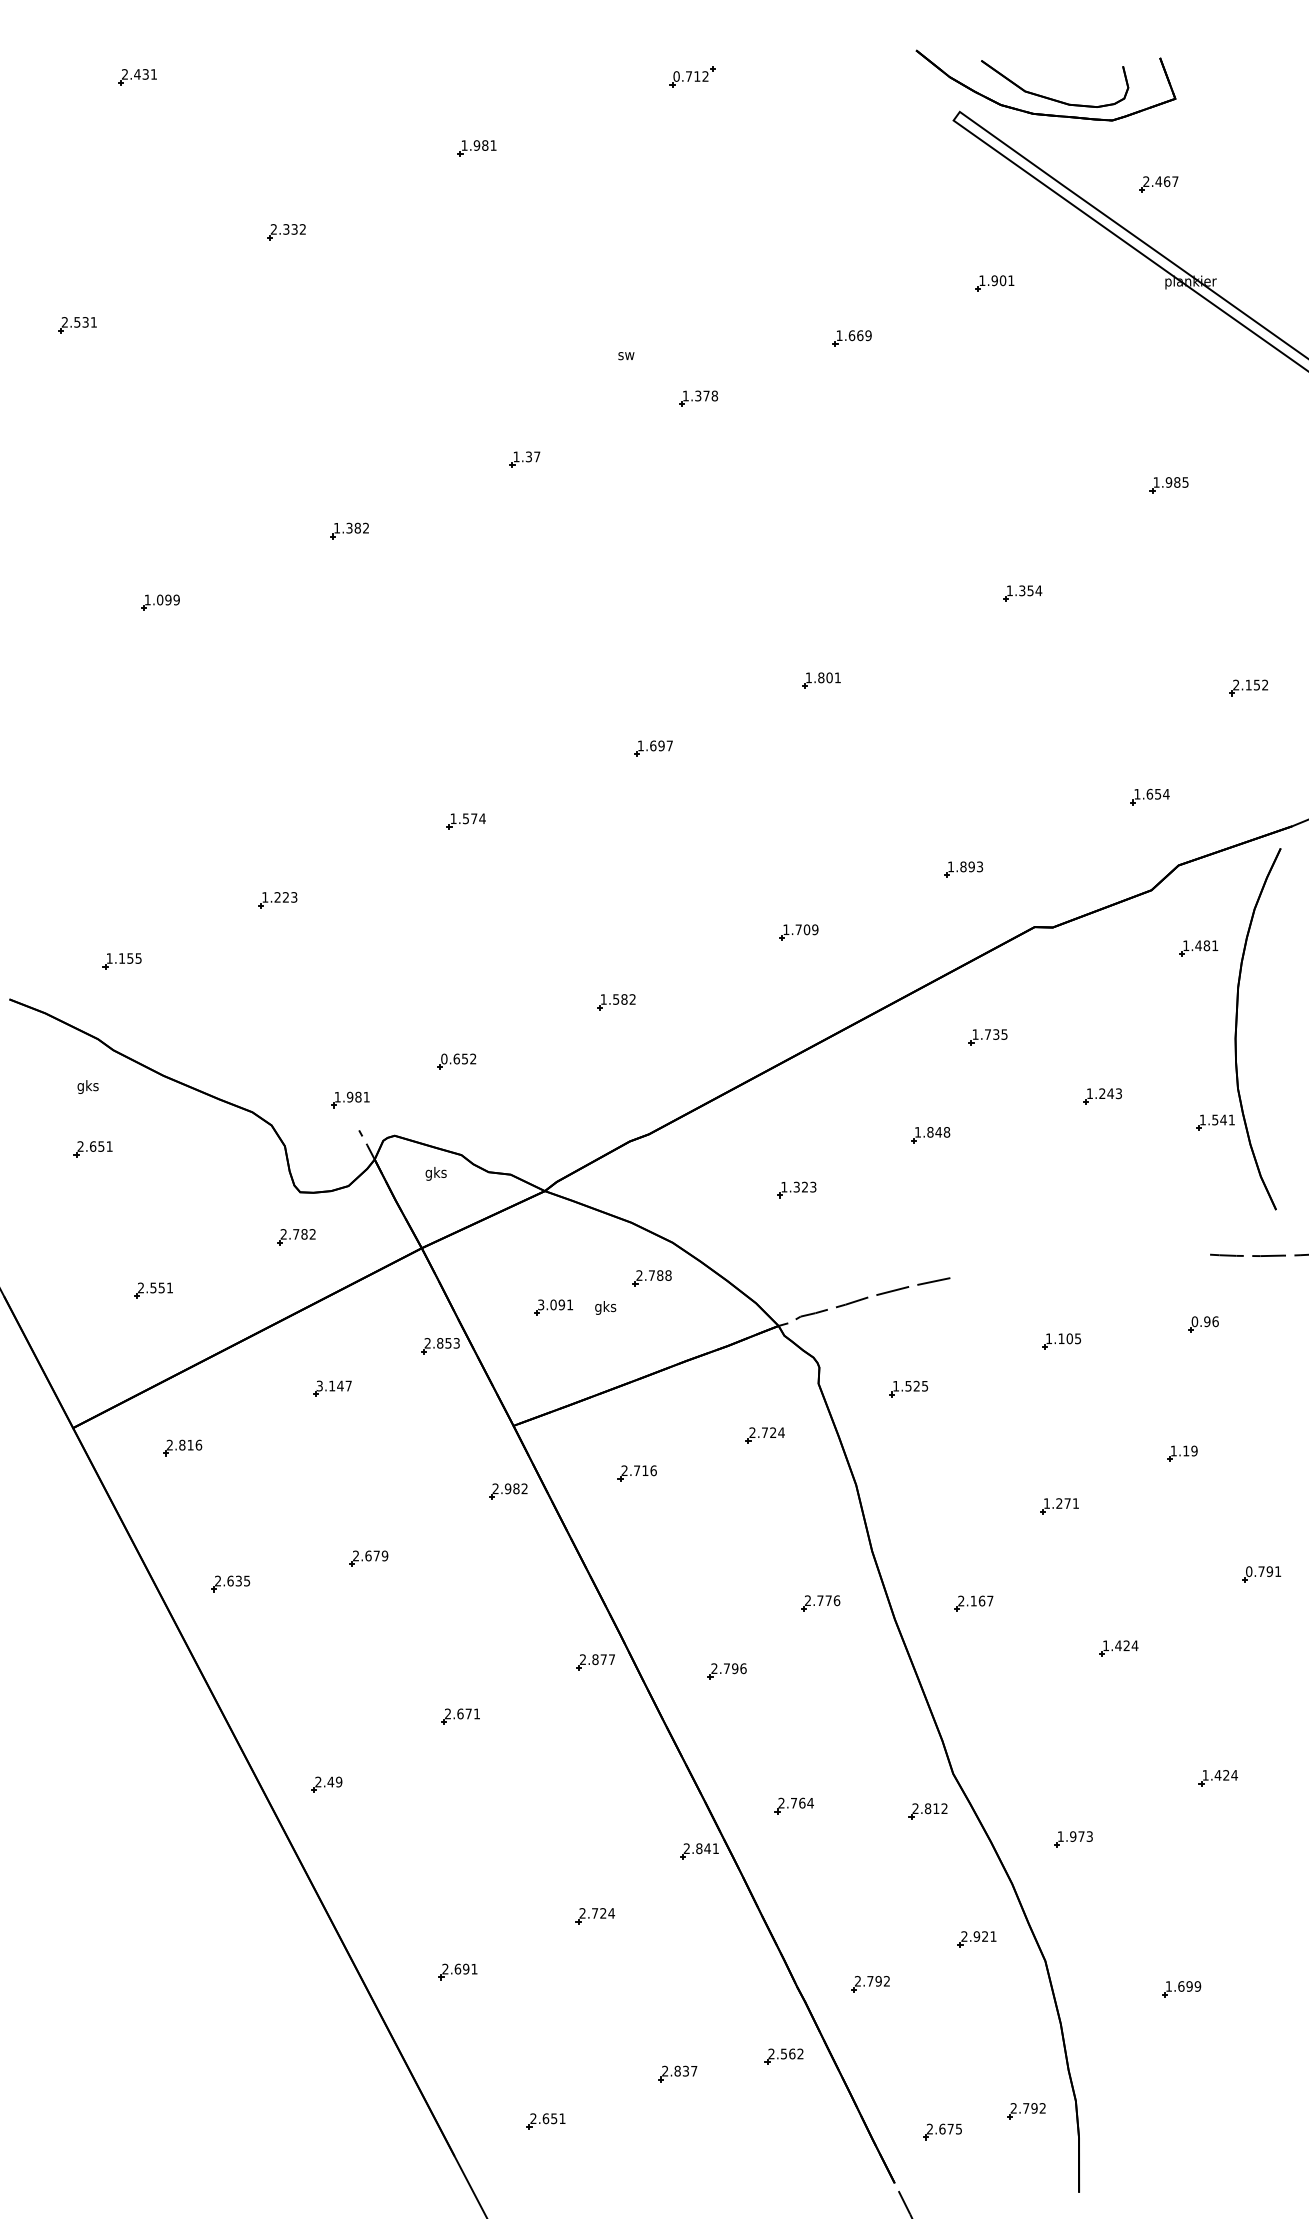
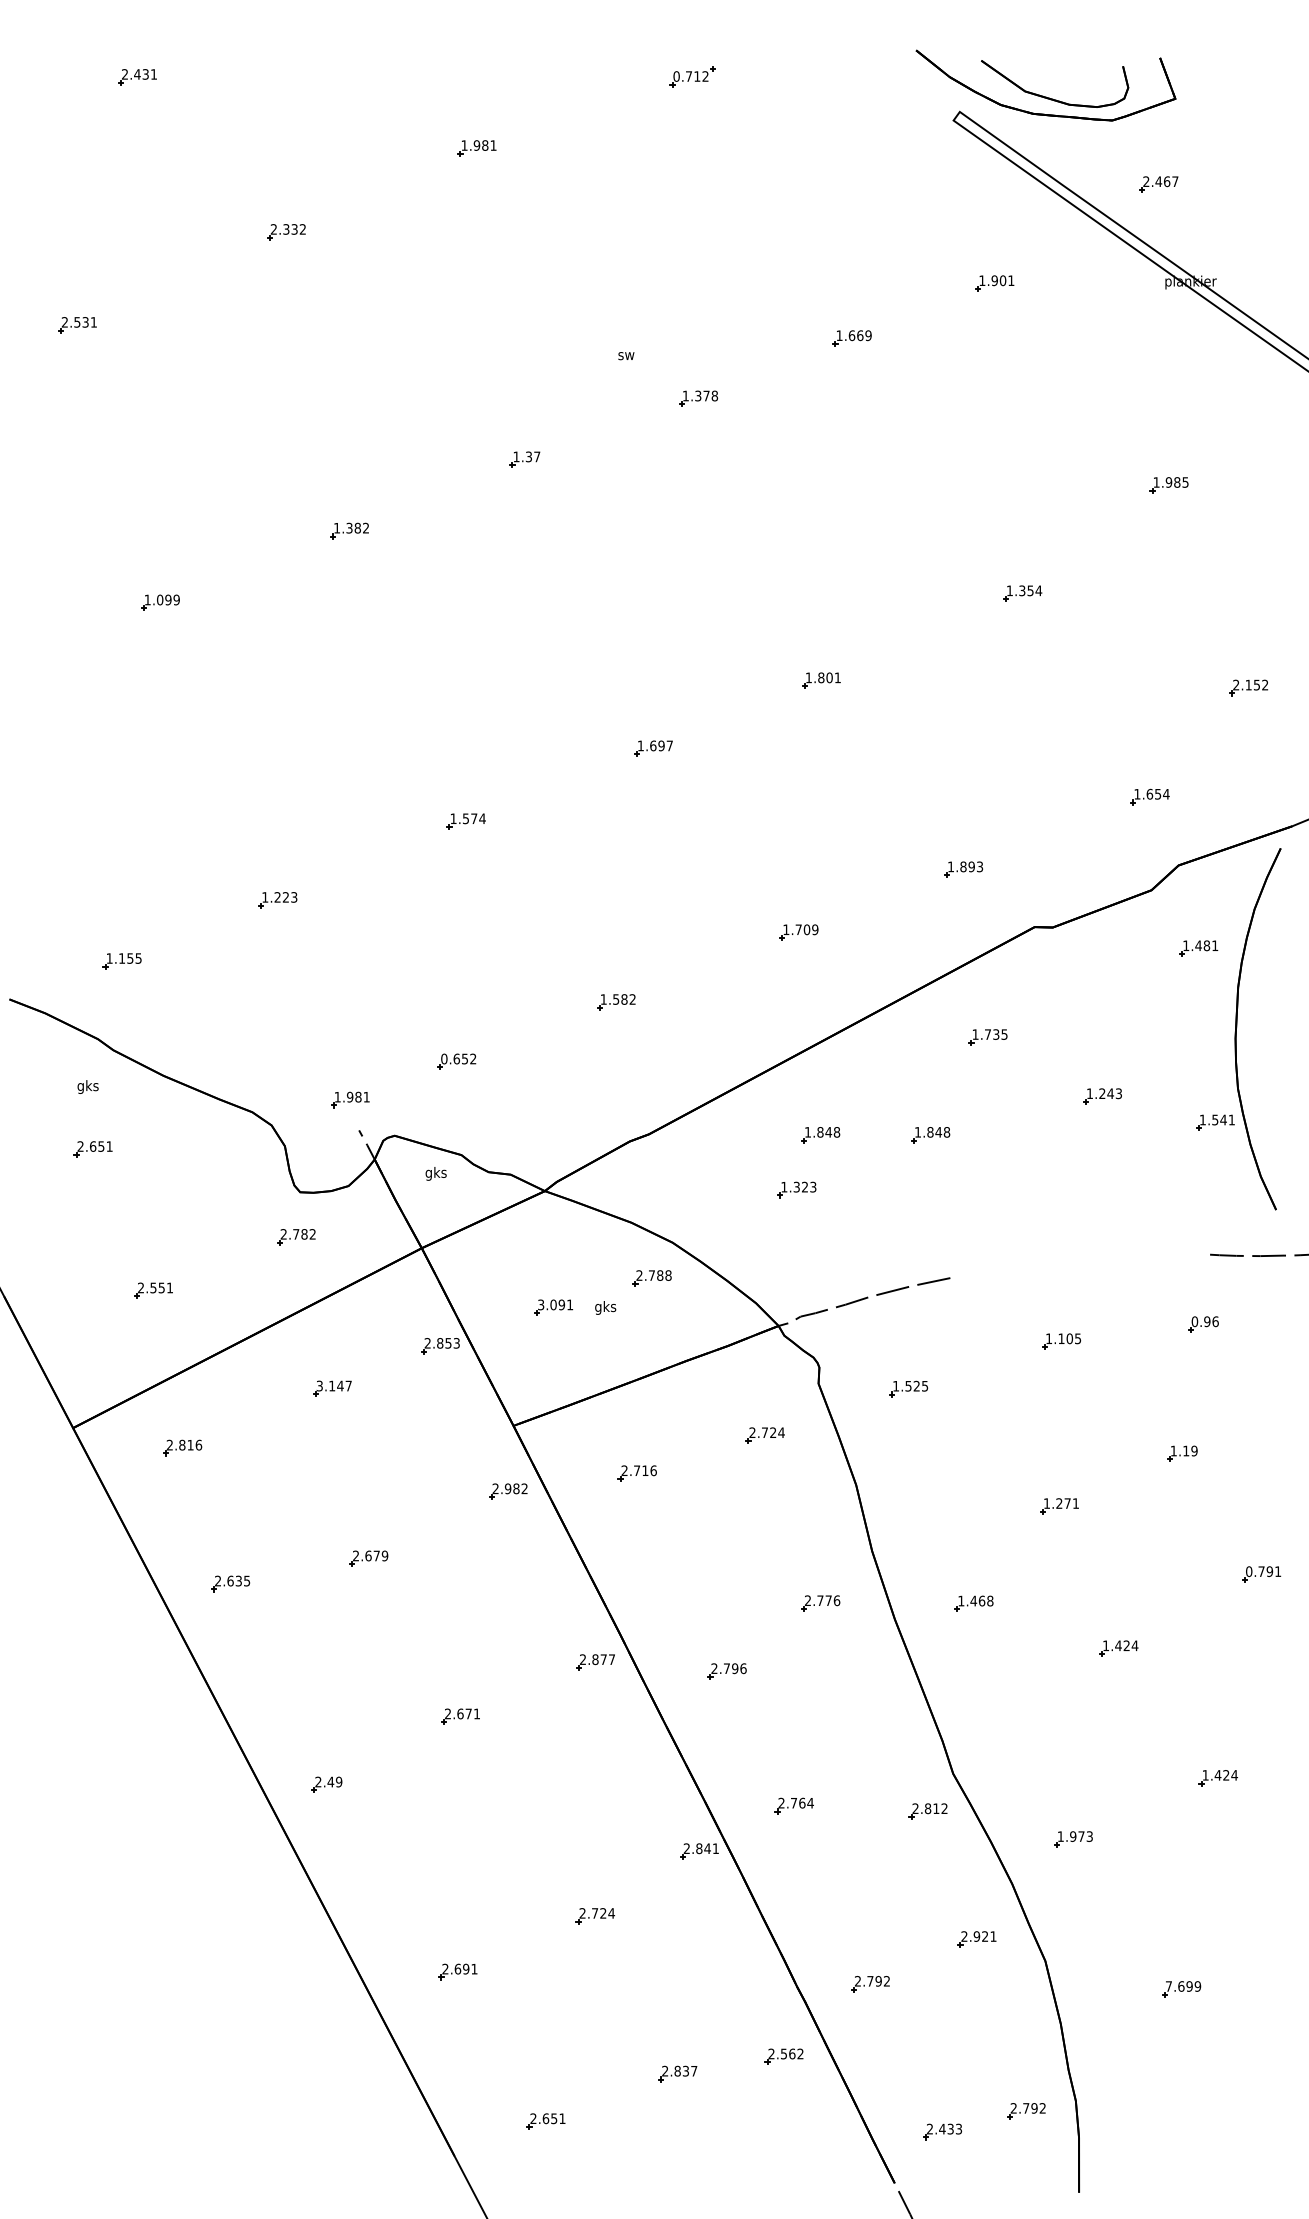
part at (820, 1135): none -> present
text at (975, 1600): 2.167 -> 1.468
text at (1168, 1986): 1.699 -> 7.699
text at (950, 2128): 2.675 -> 2.433
